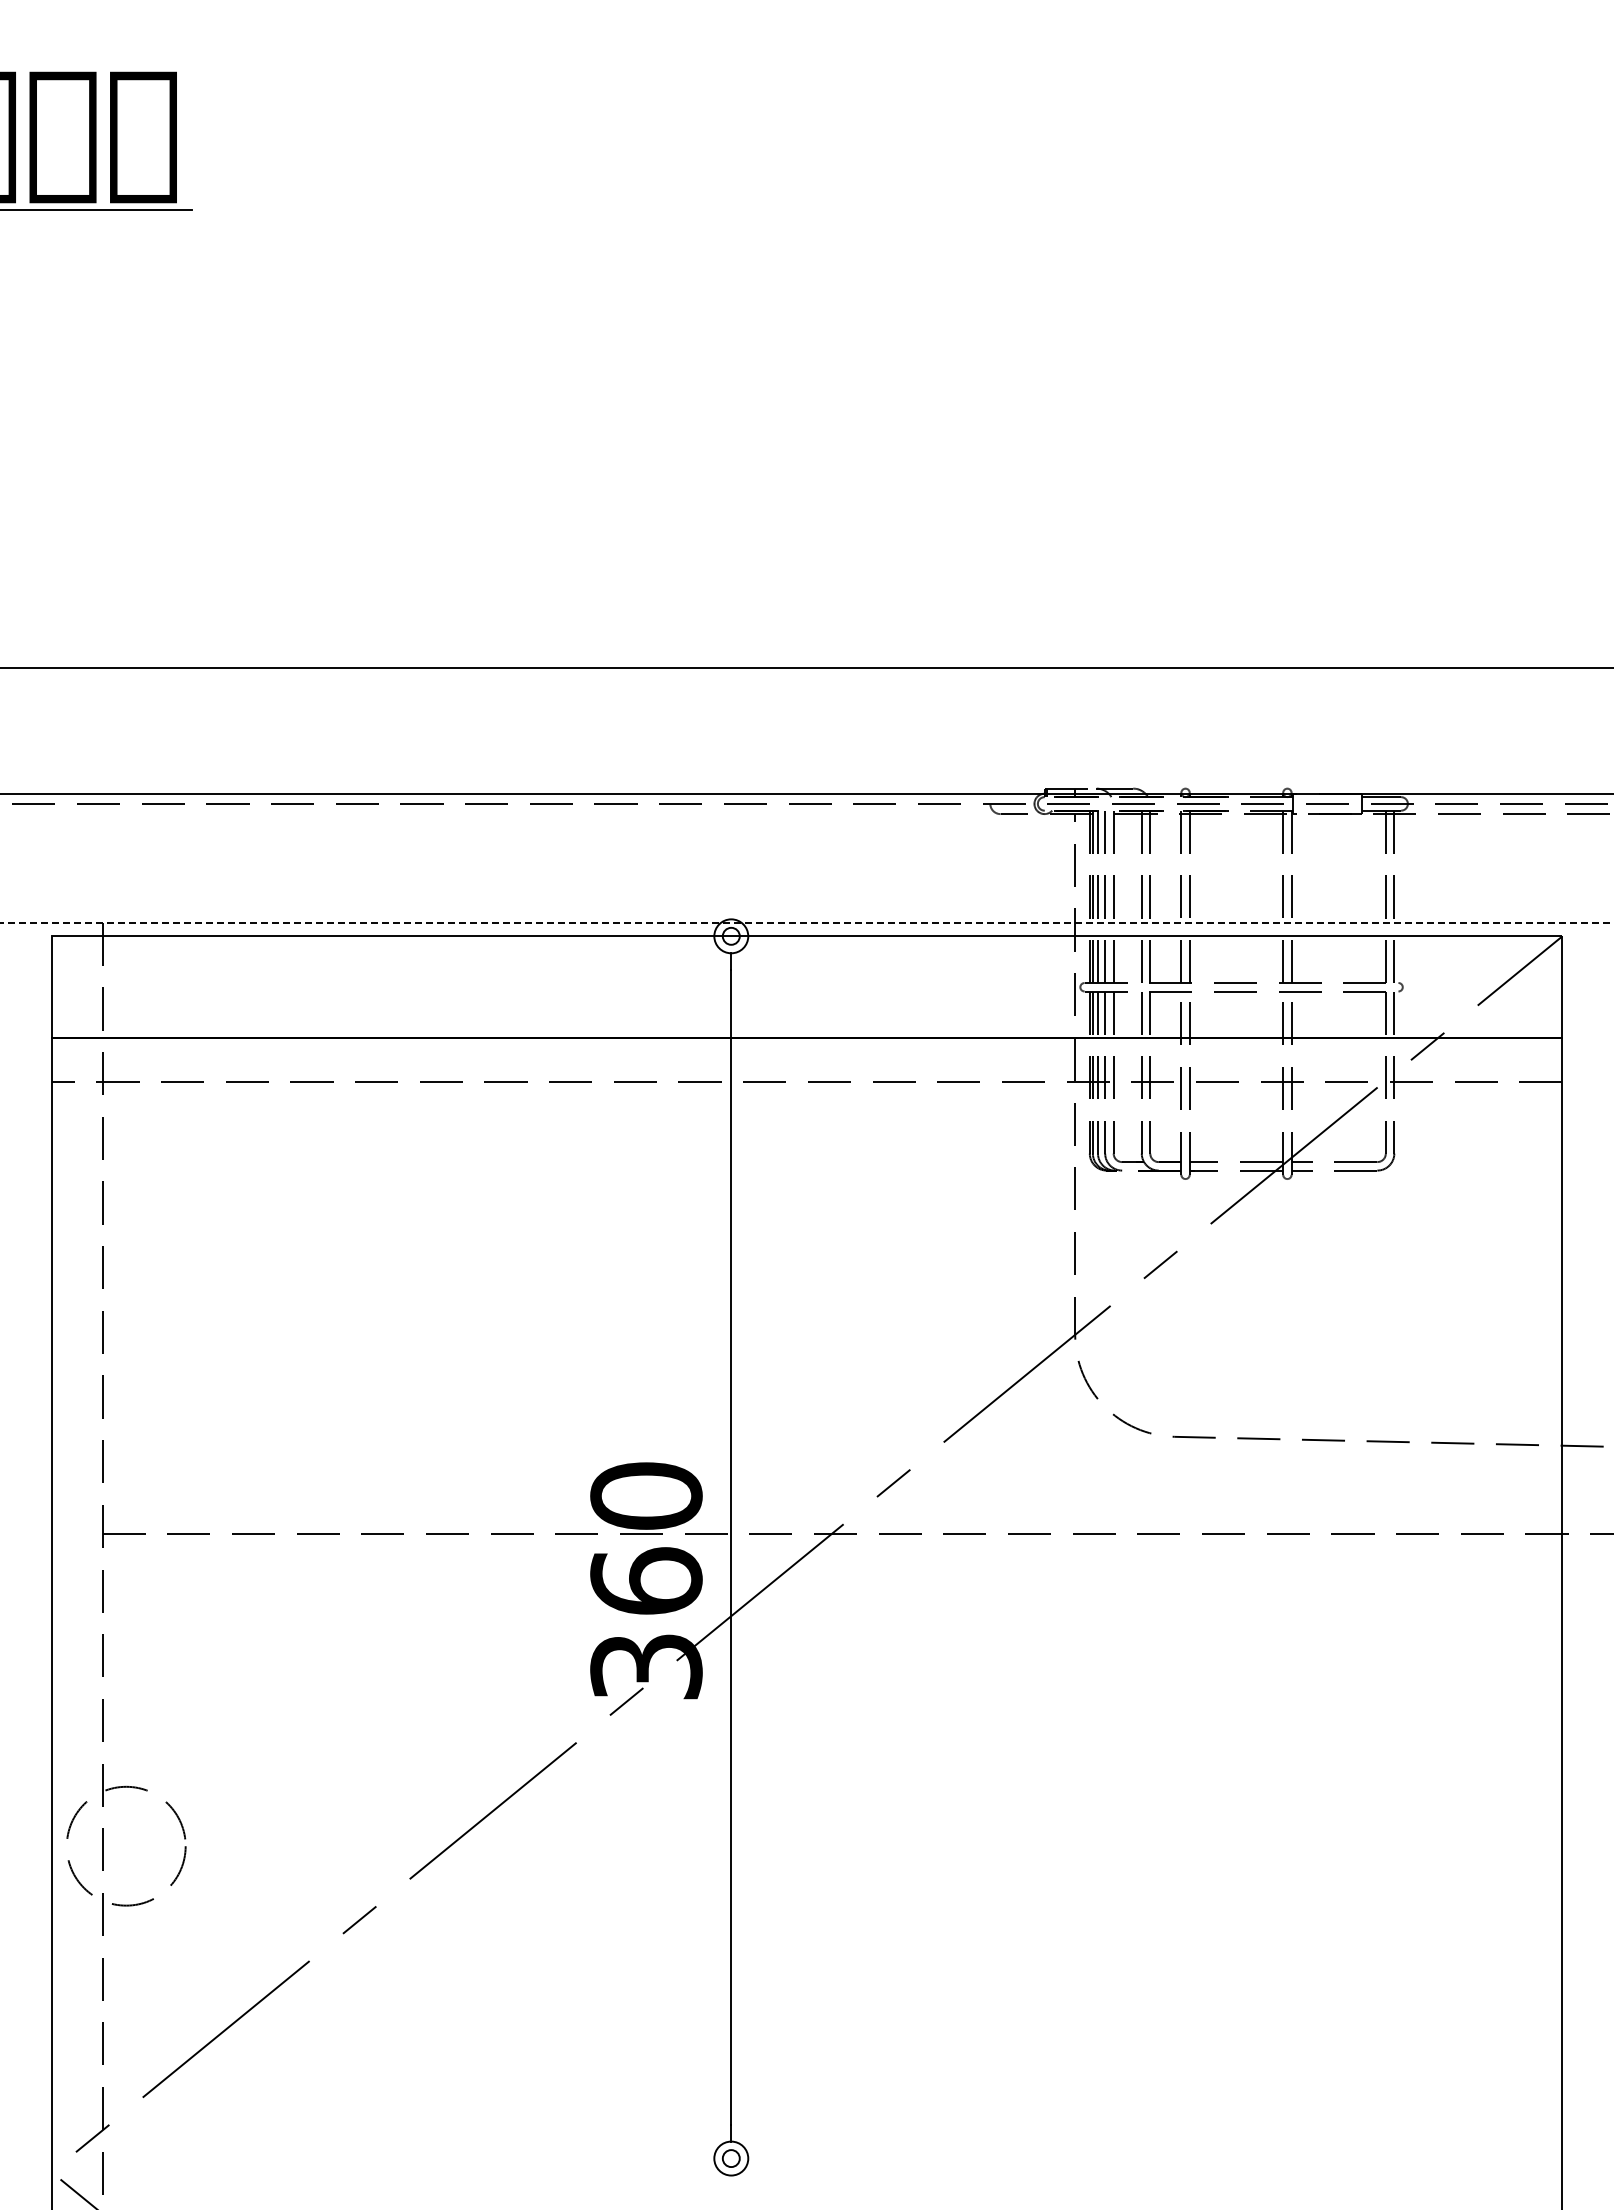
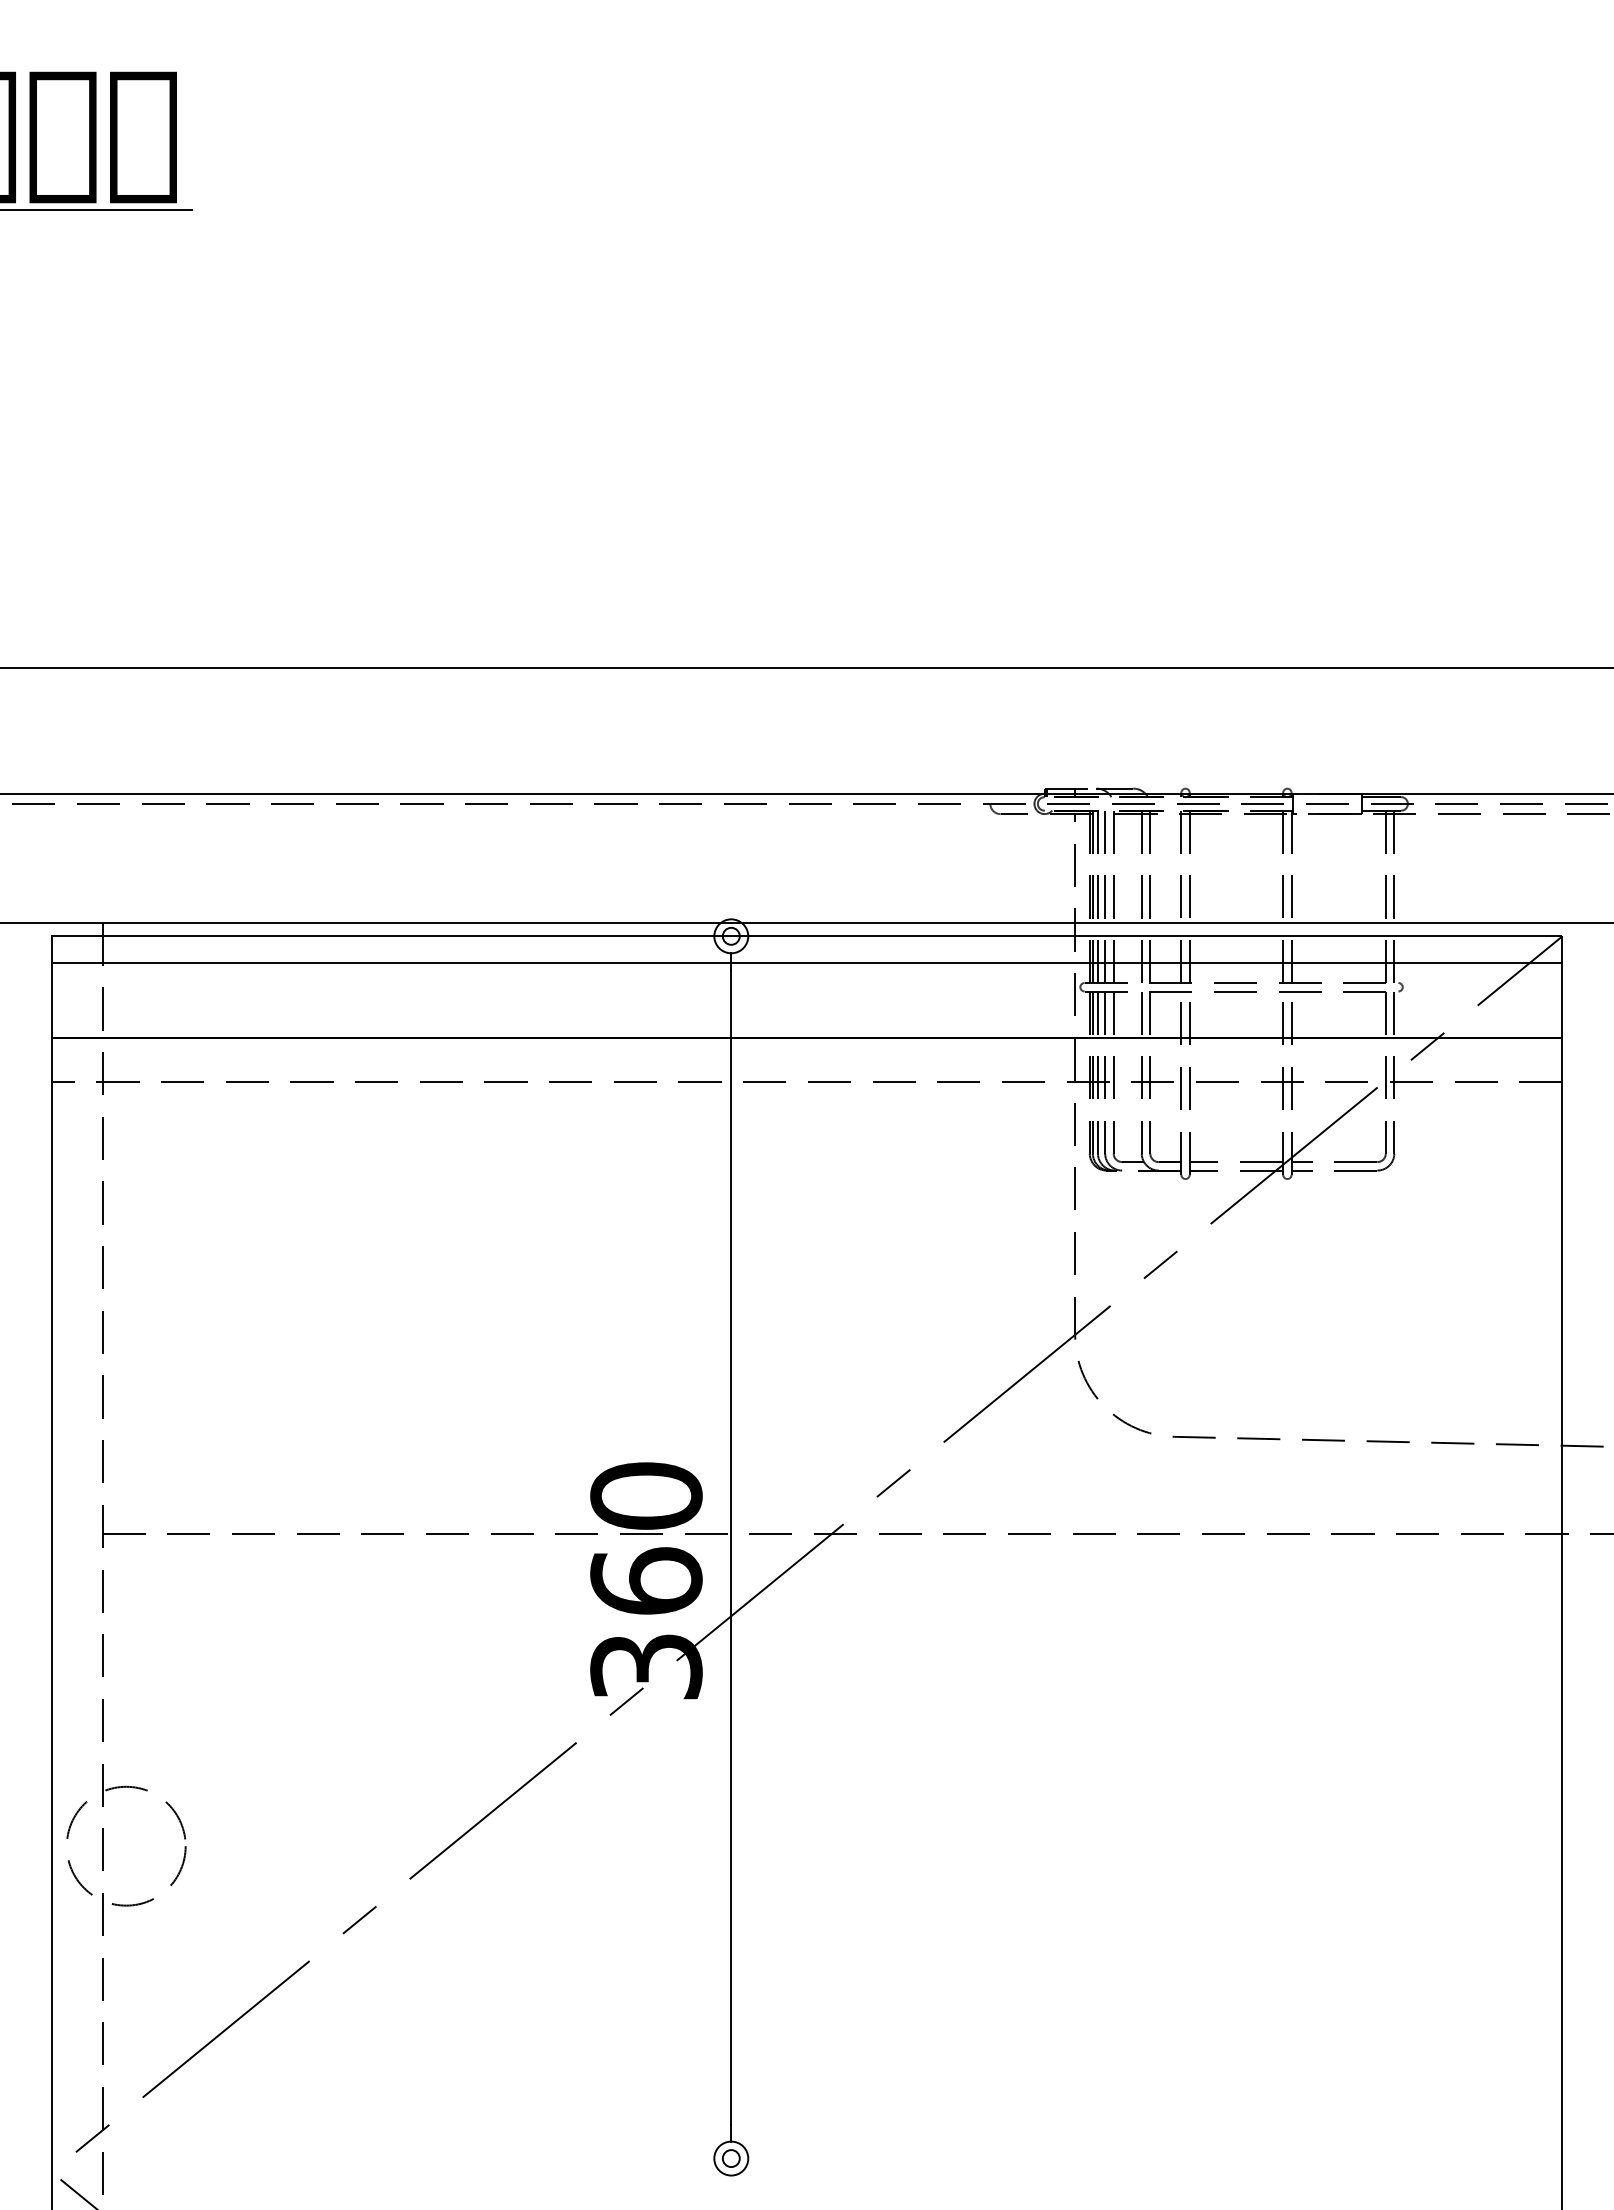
line at (806, 922): dashed -> solid
line at (806, 963): none -> present
